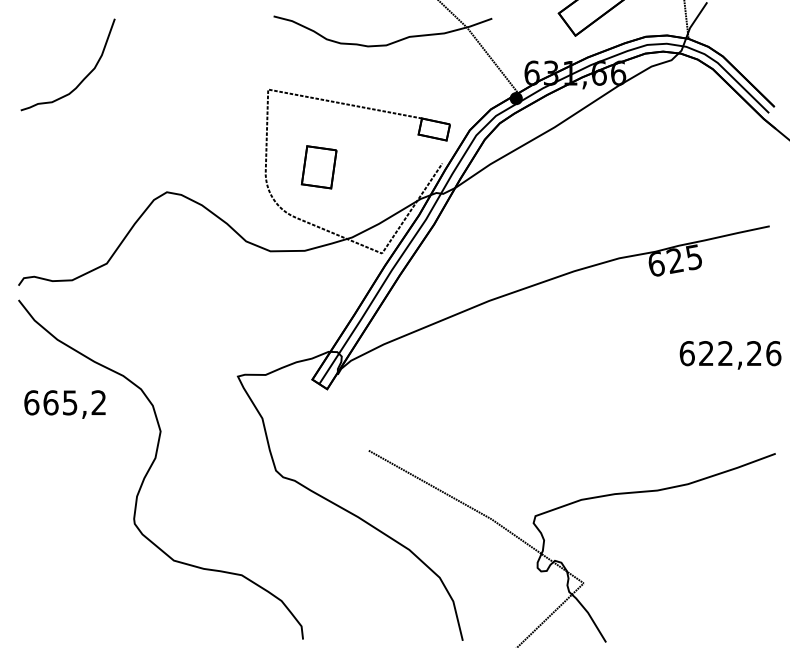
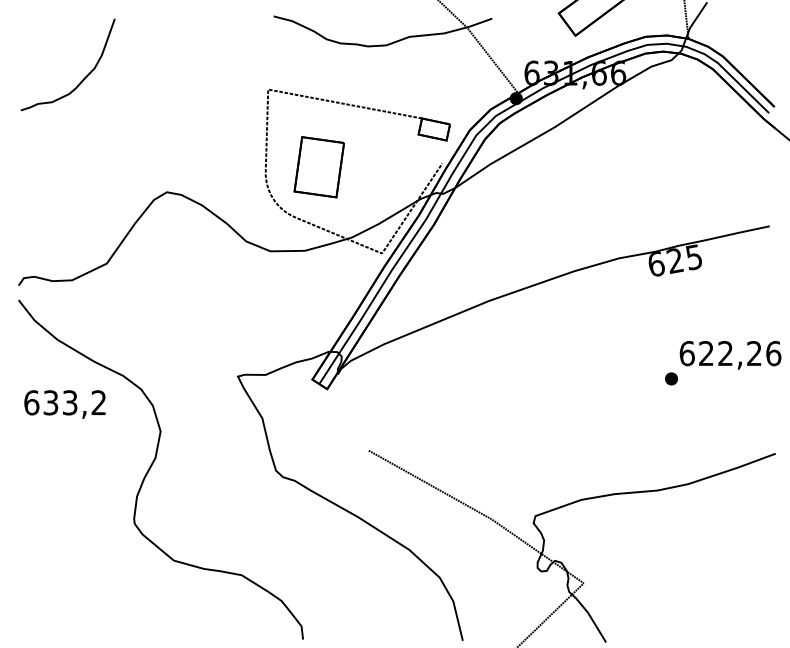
part at (318, 167) size: 38x45 px -> 52x63 px
part at (671, 378): none -> present
text at (60, 402): 665,2 -> 633,2
